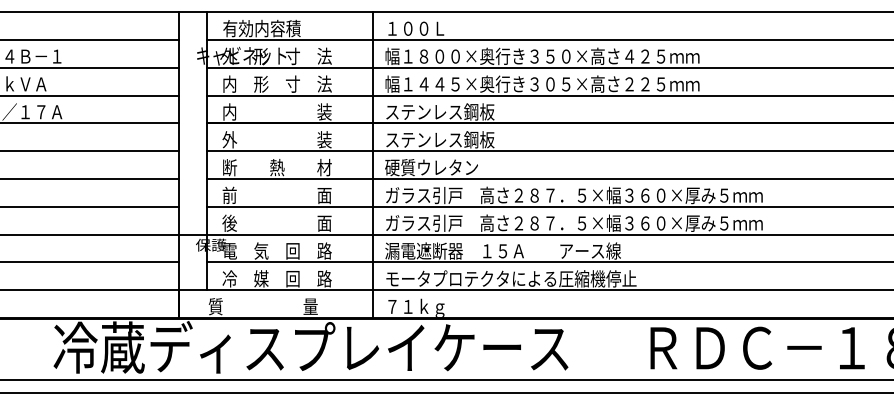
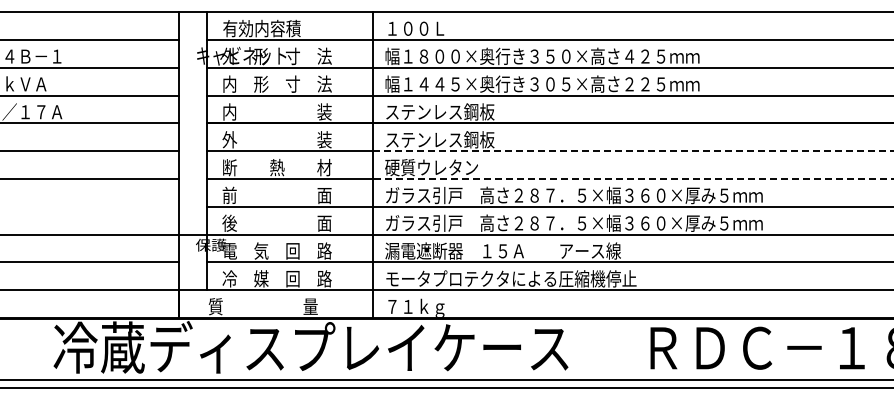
line at (633, 151): solid -> dashed
line at (633, 179): solid -> dashed
line at (90, 206): present -> none
line at (446, 392) position: (446, 392) -> (446, 387)
